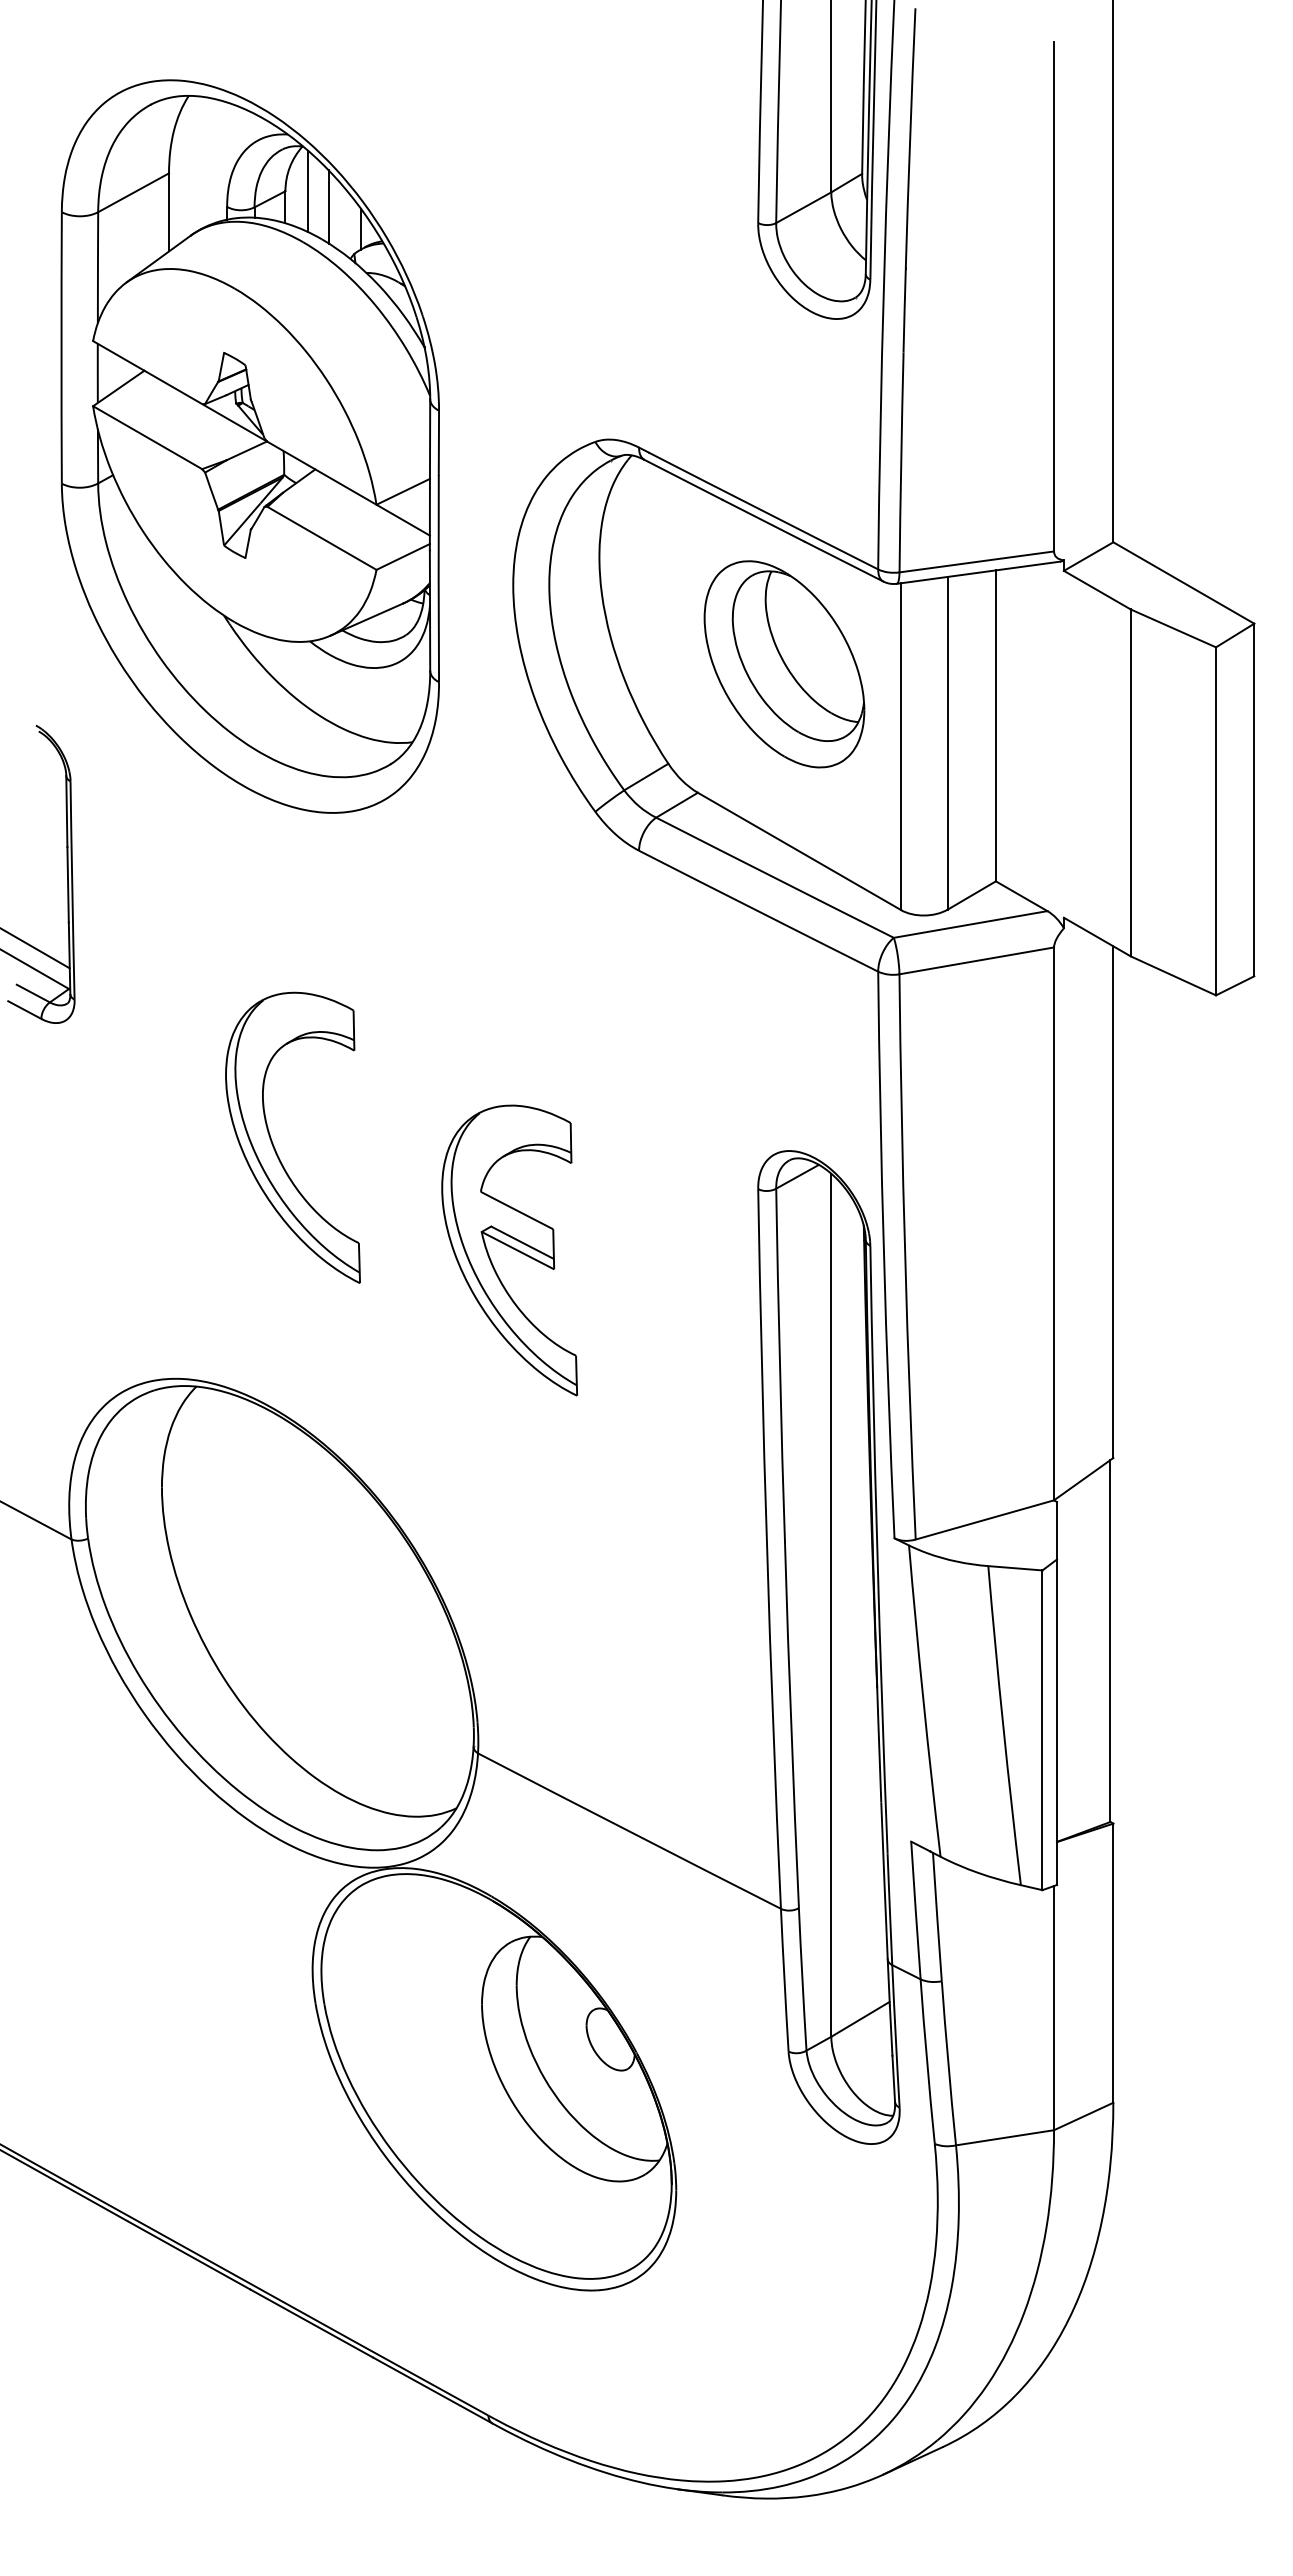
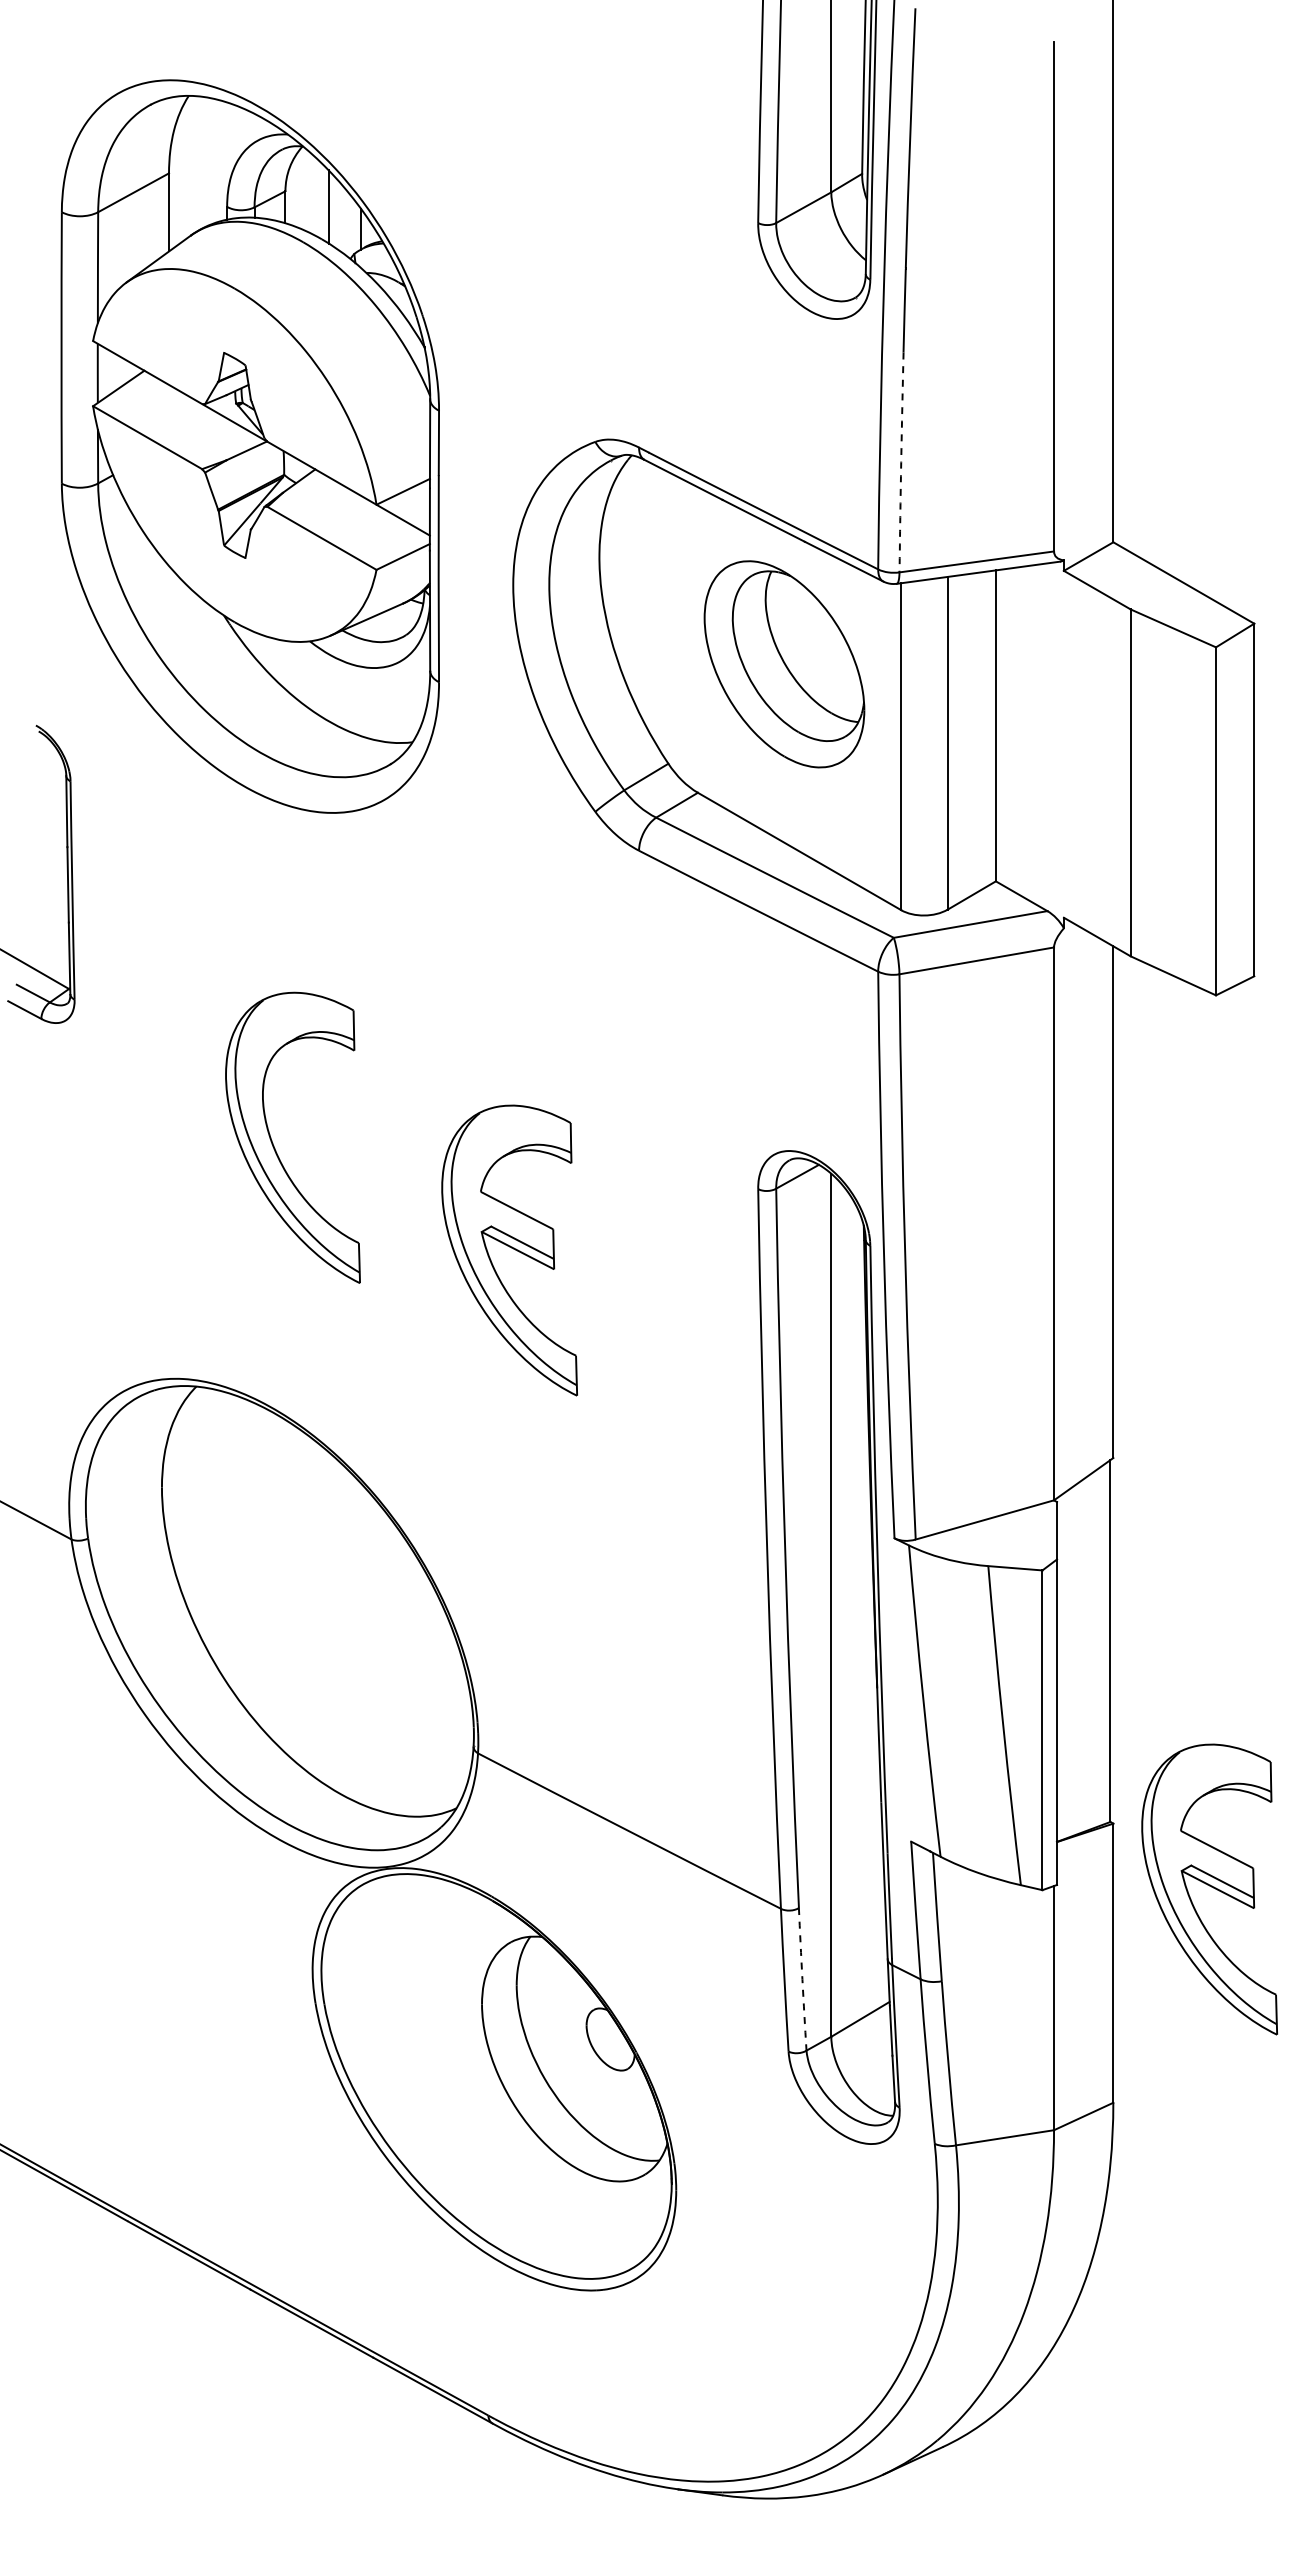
line at (308, 191): present -> none
arc at (901, 462): solid -> dashed
line at (35, 948): present -> none
part at (1209, 1889): none -> present
arc at (802, 1979): solid -> dashed
